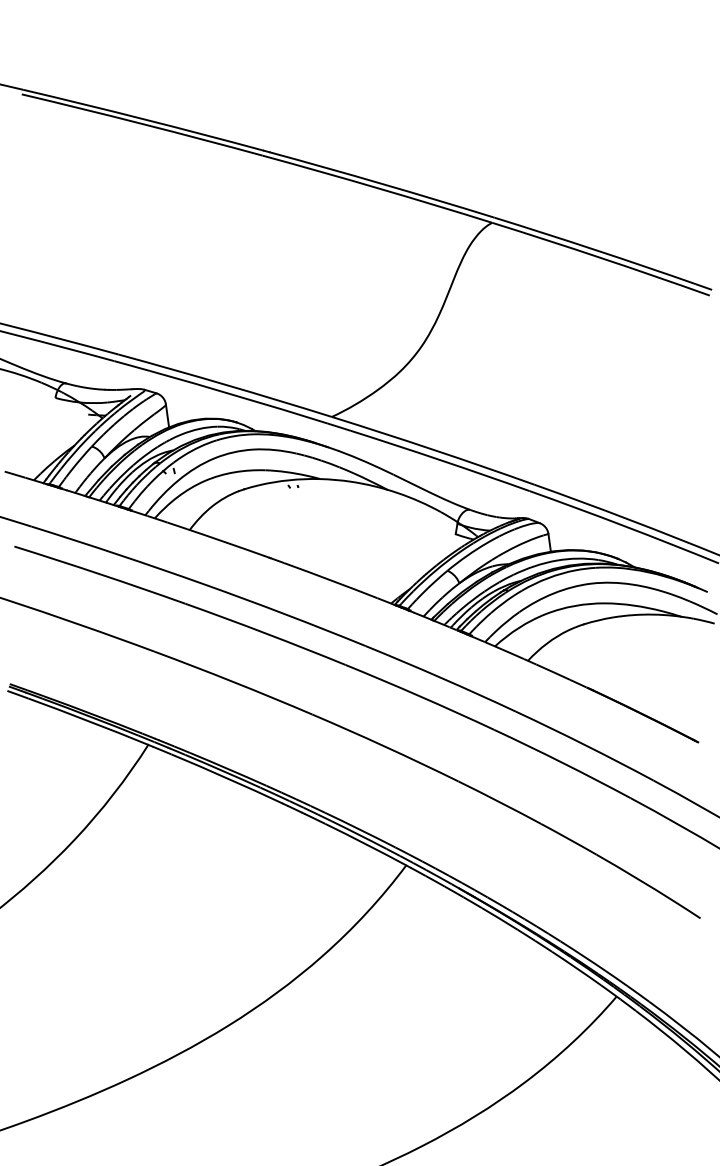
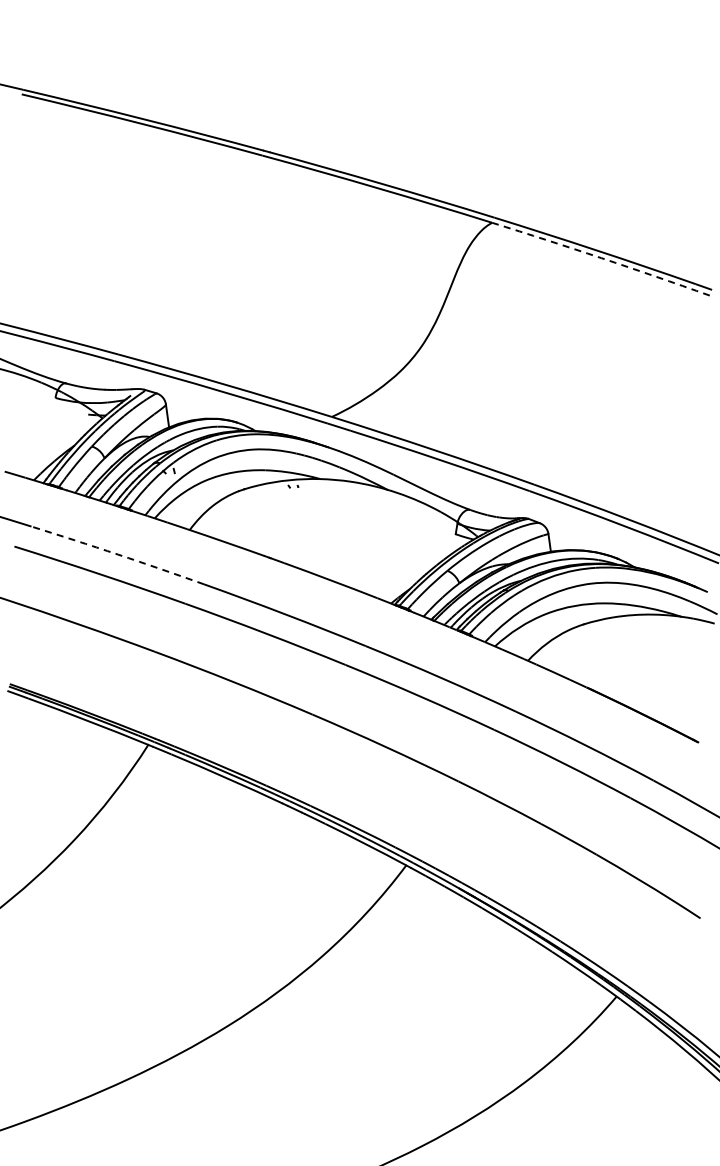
arc at (601, 258): solid -> dashed
arc at (118, 554): solid -> dashed
